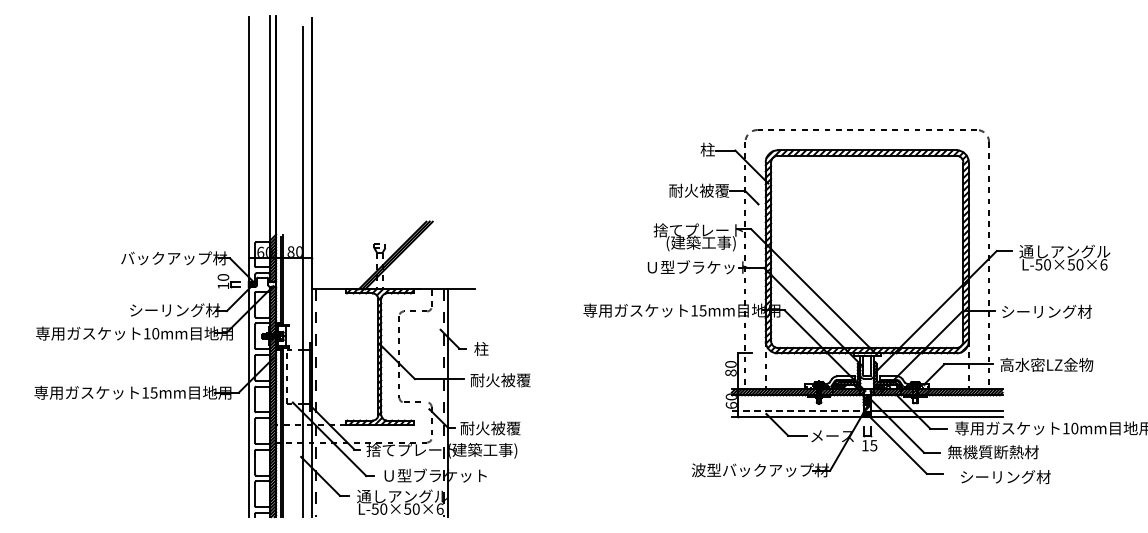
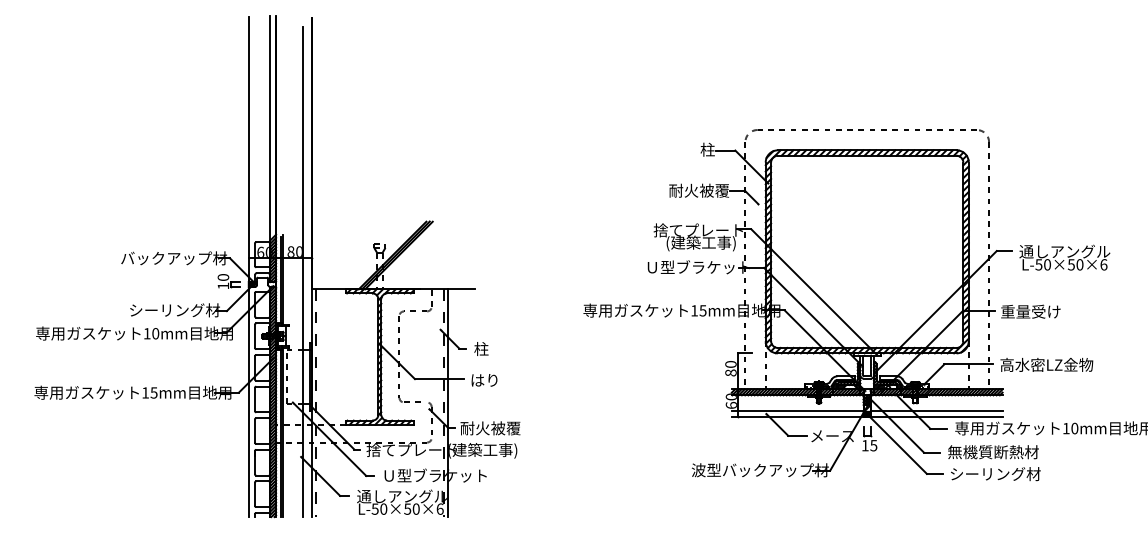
text at (1046, 311): シーリング材 -> 重量受け
text at (500, 380): 耐火被覆 -> はり
line at (797, 410): dashed -> solid
text at (1005, 477) position: (1005, 477) -> (995, 474)
